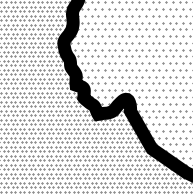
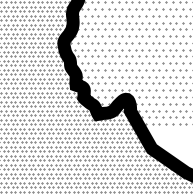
hatch at (165, 150): present -> none
